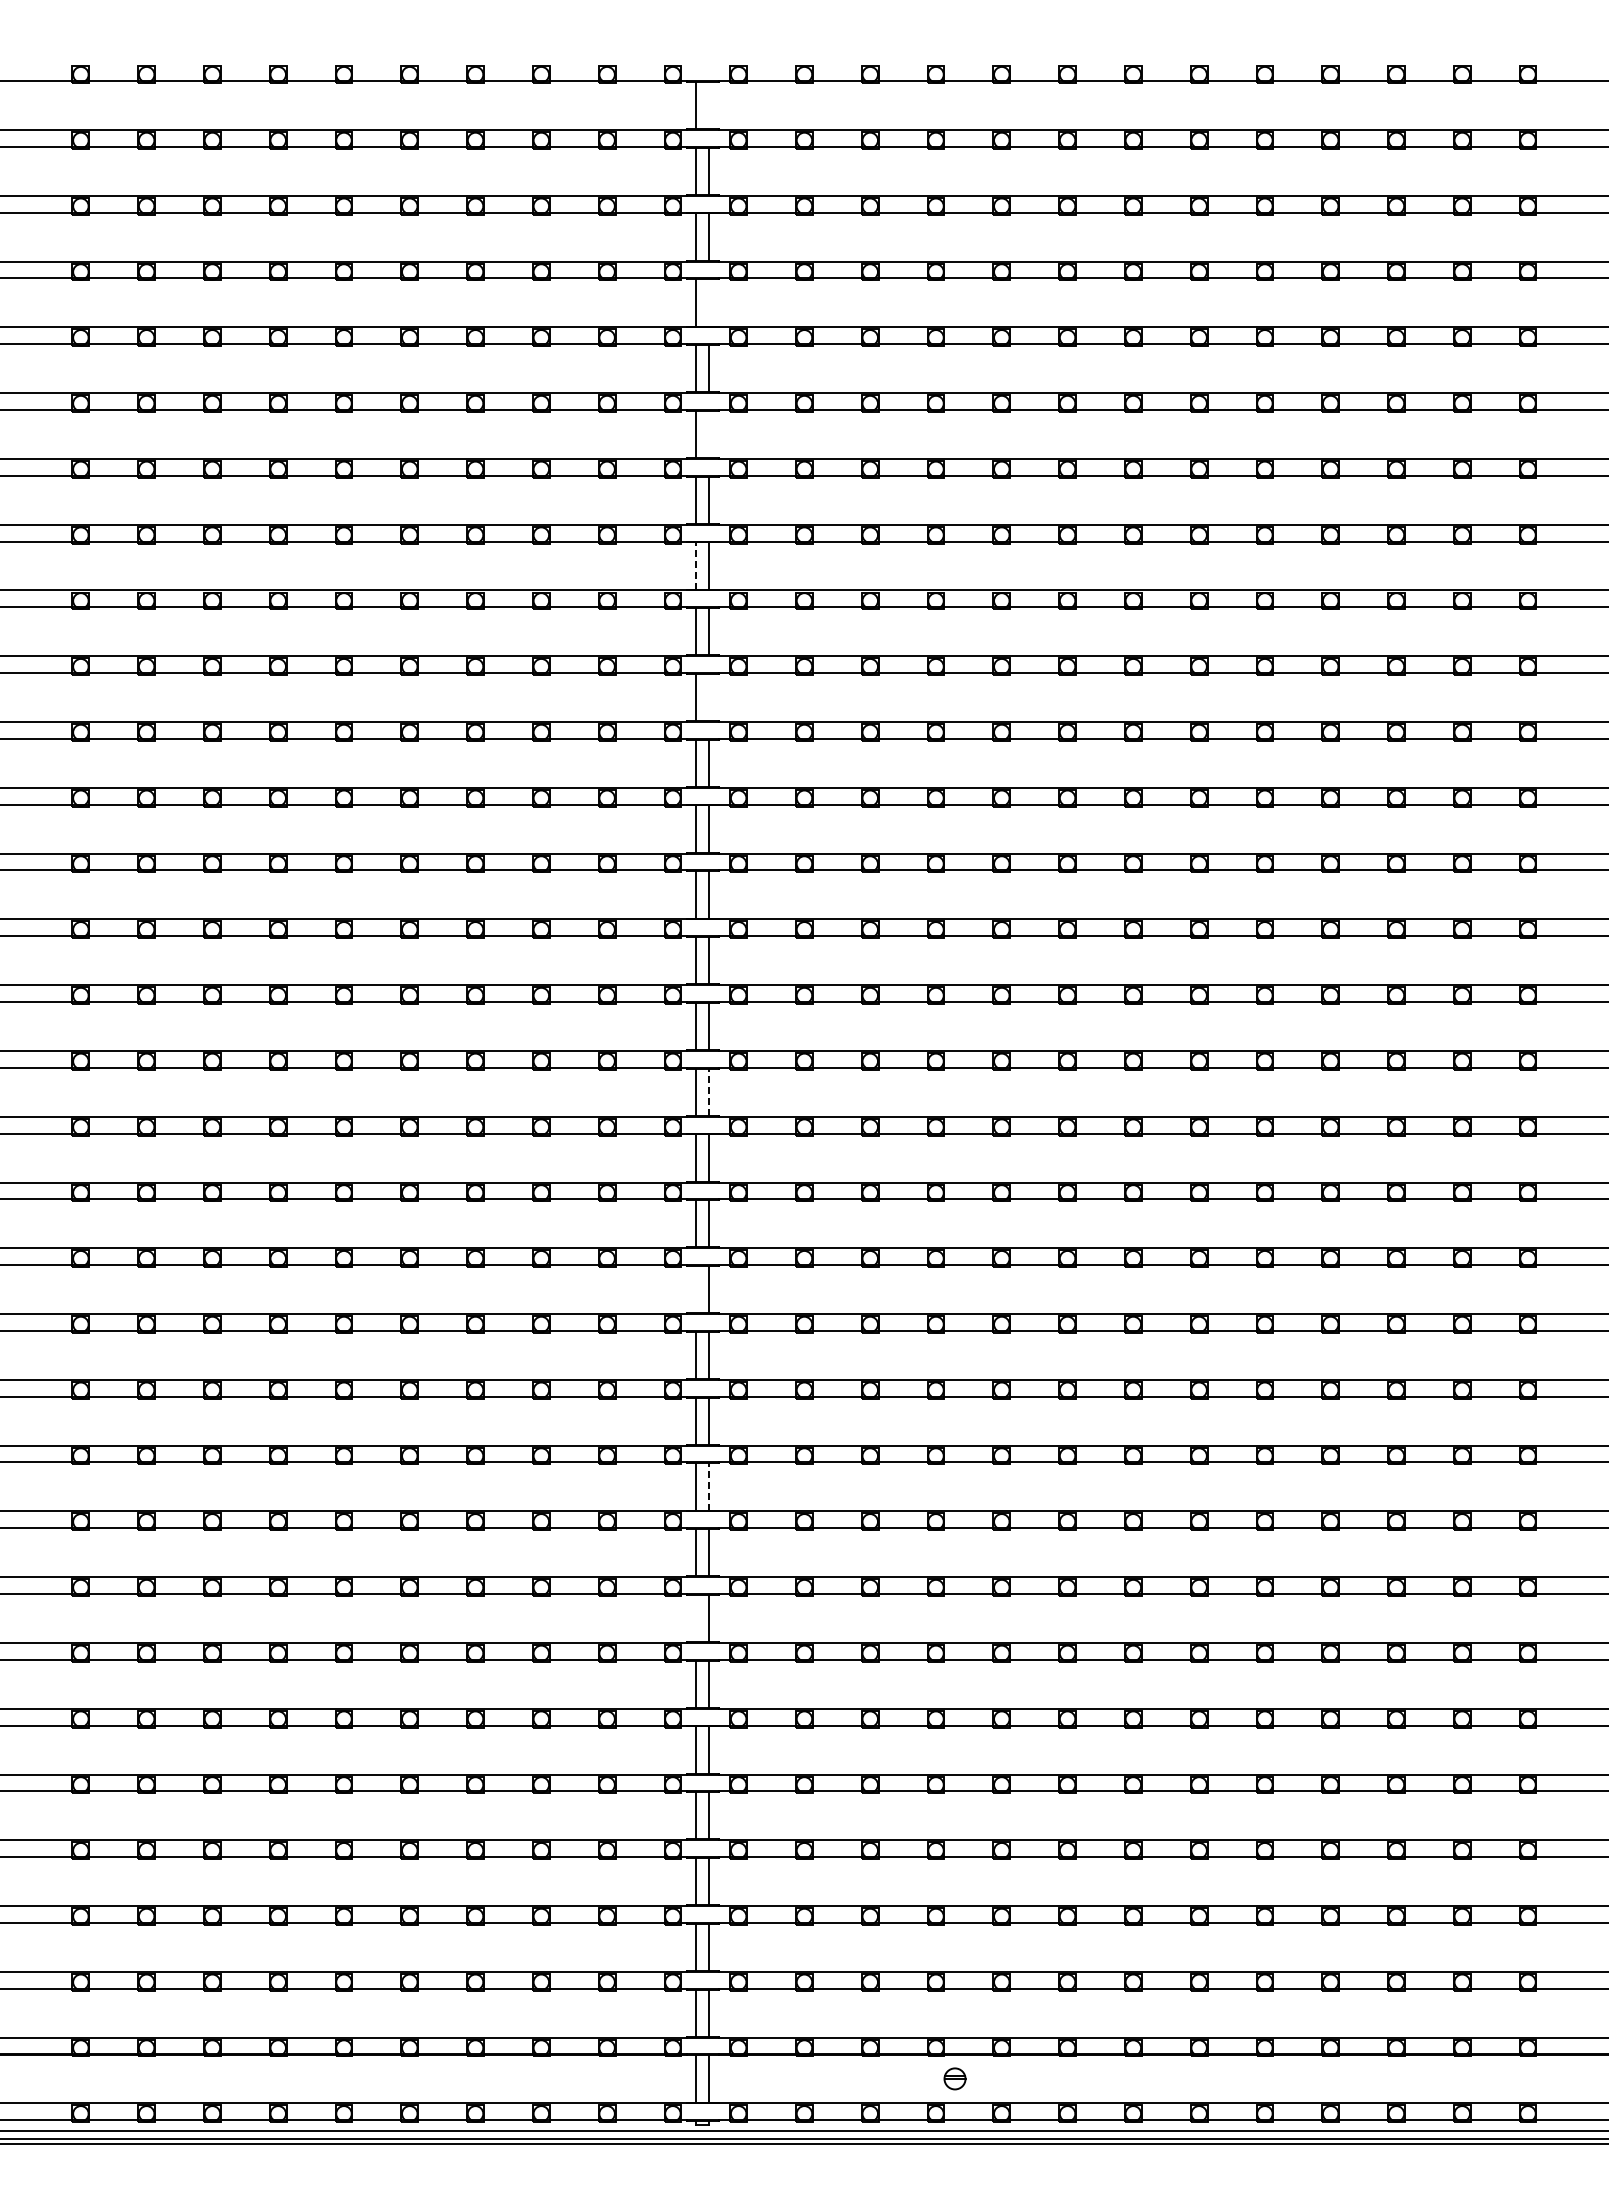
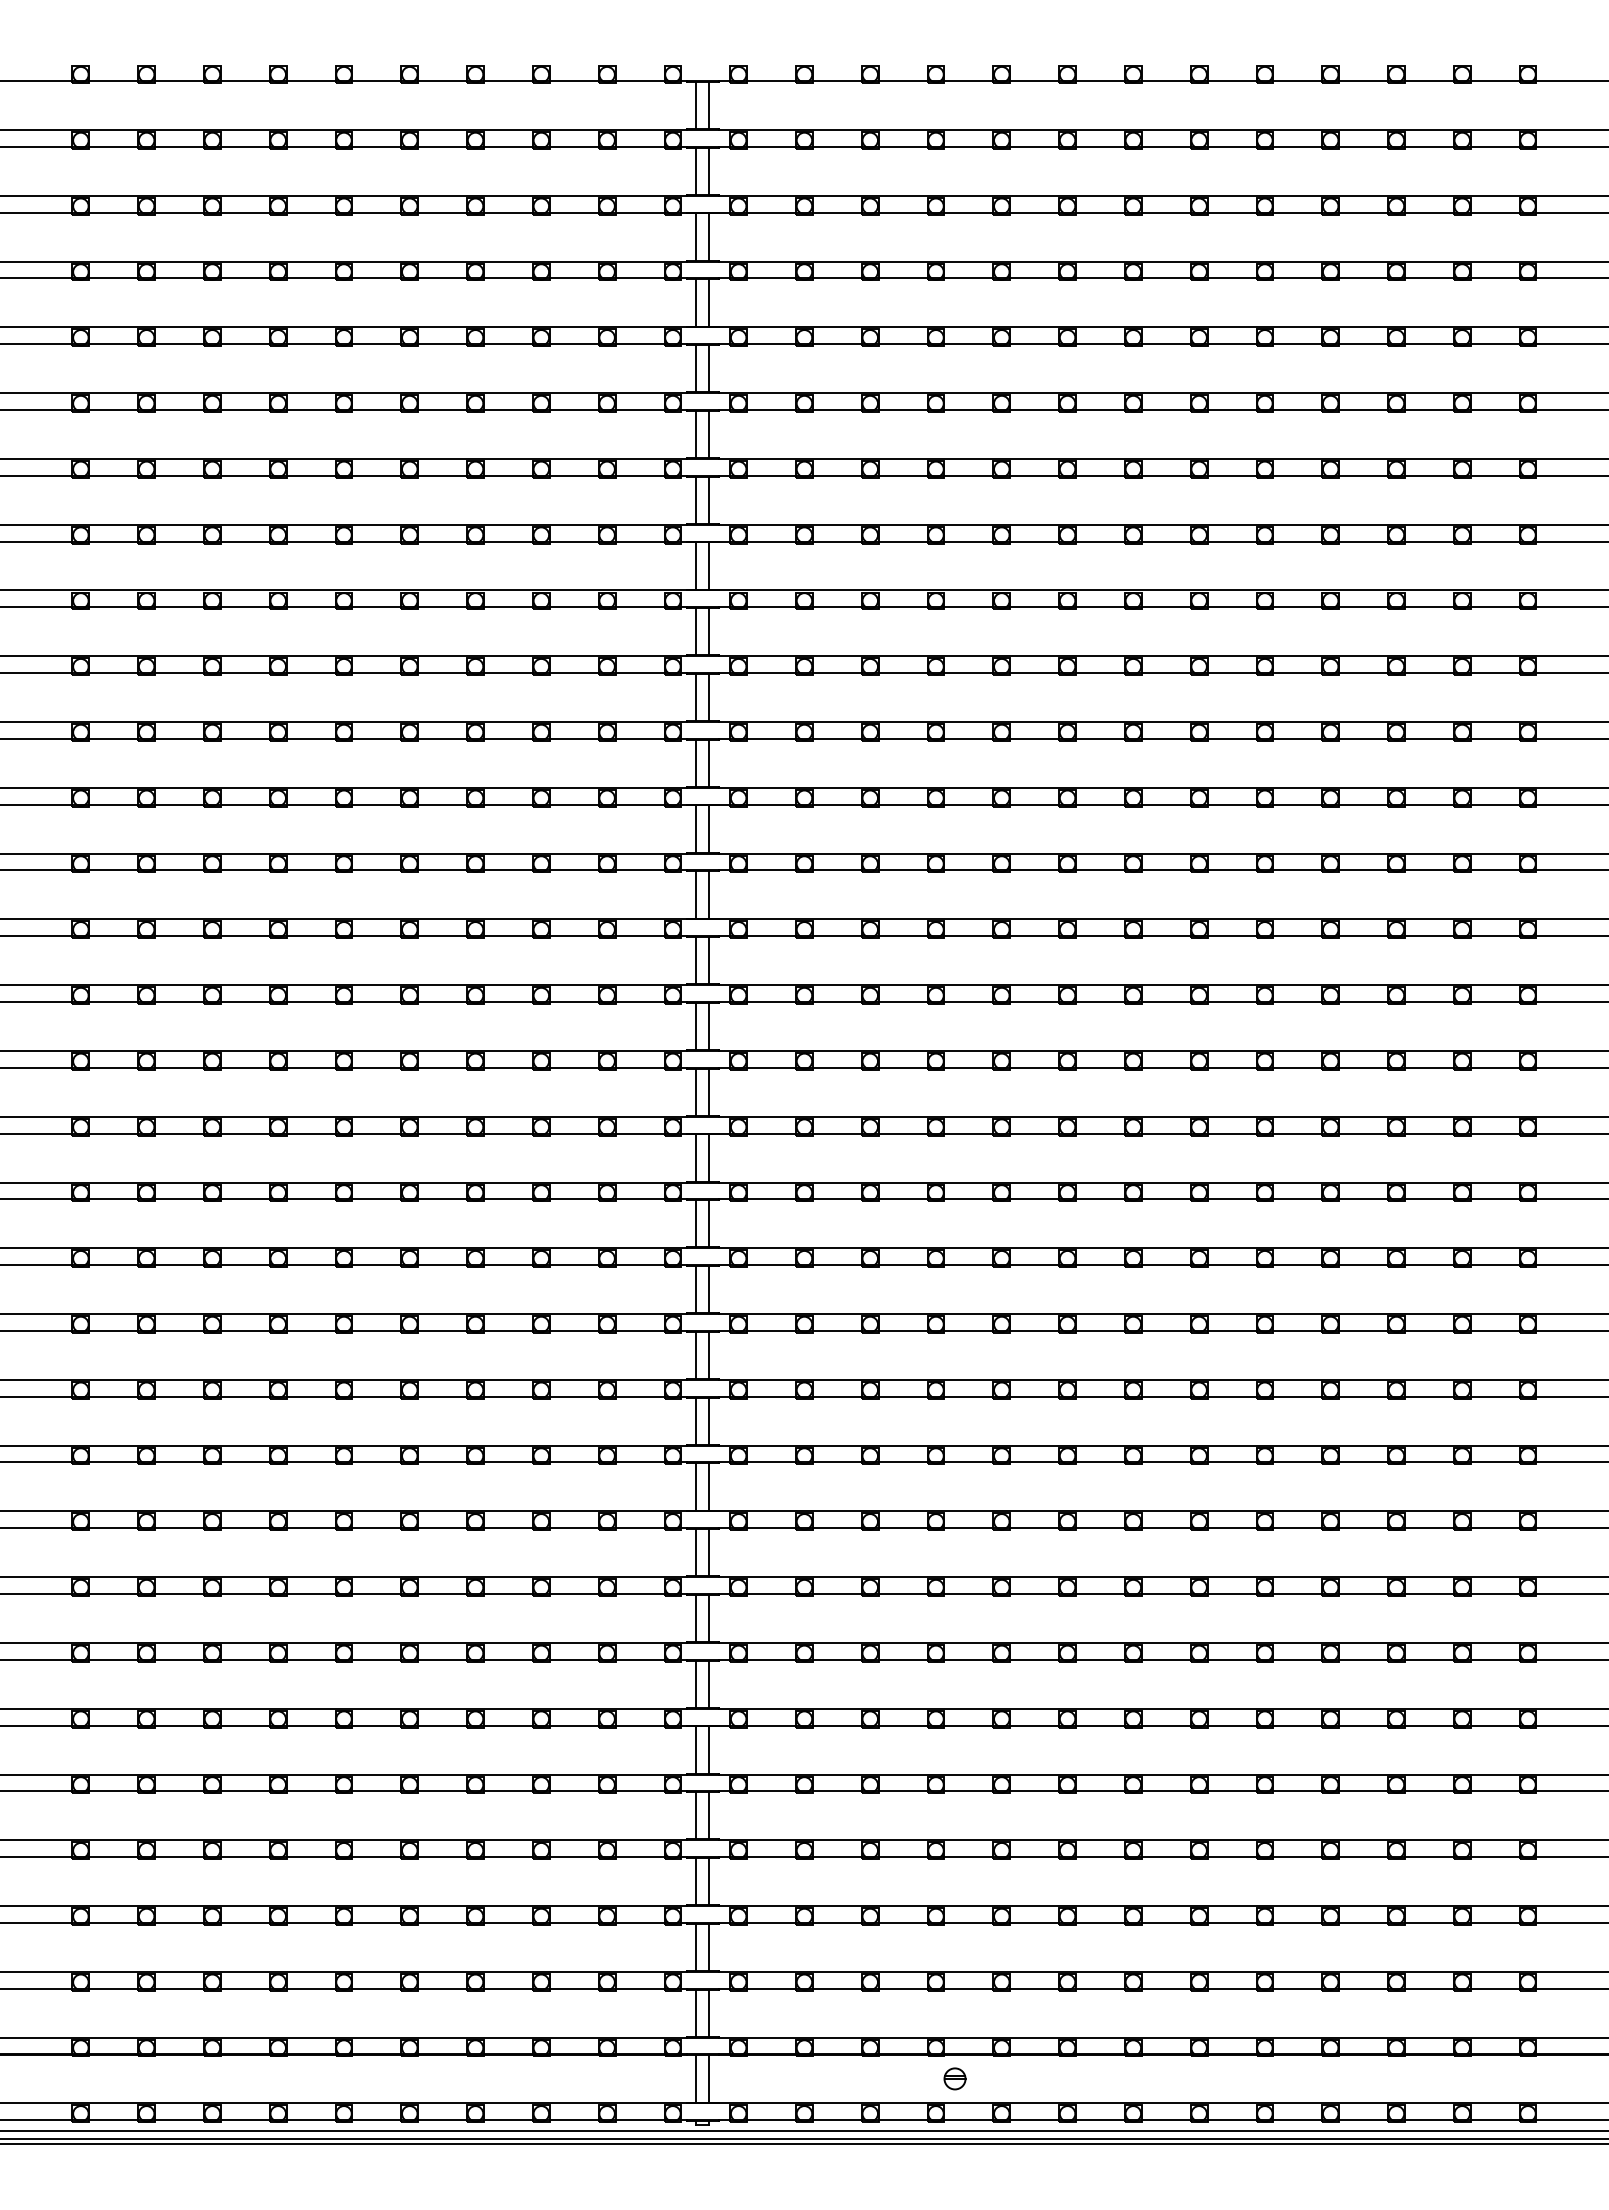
line at (708, 105): none -> present
line at (708, 302): none -> present
line at (708, 434): none -> present
line at (696, 566): dashed -> solid
line at (708, 697): none -> present
line at (708, 1092): dashed -> solid
line at (696, 1289): none -> present
line at (708, 1486): dashed -> solid
line at (696, 1618): none -> present
